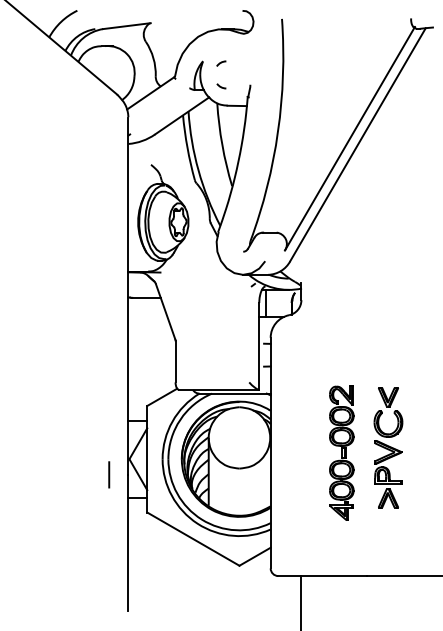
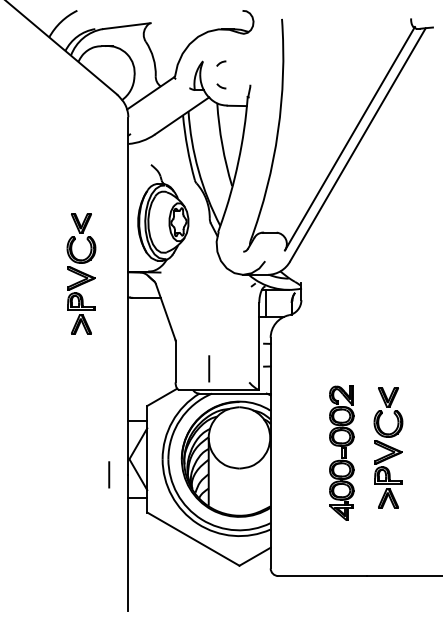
part at (81, 273): none -> present
line at (209, 368): none -> present
line at (301, 601): present -> none
